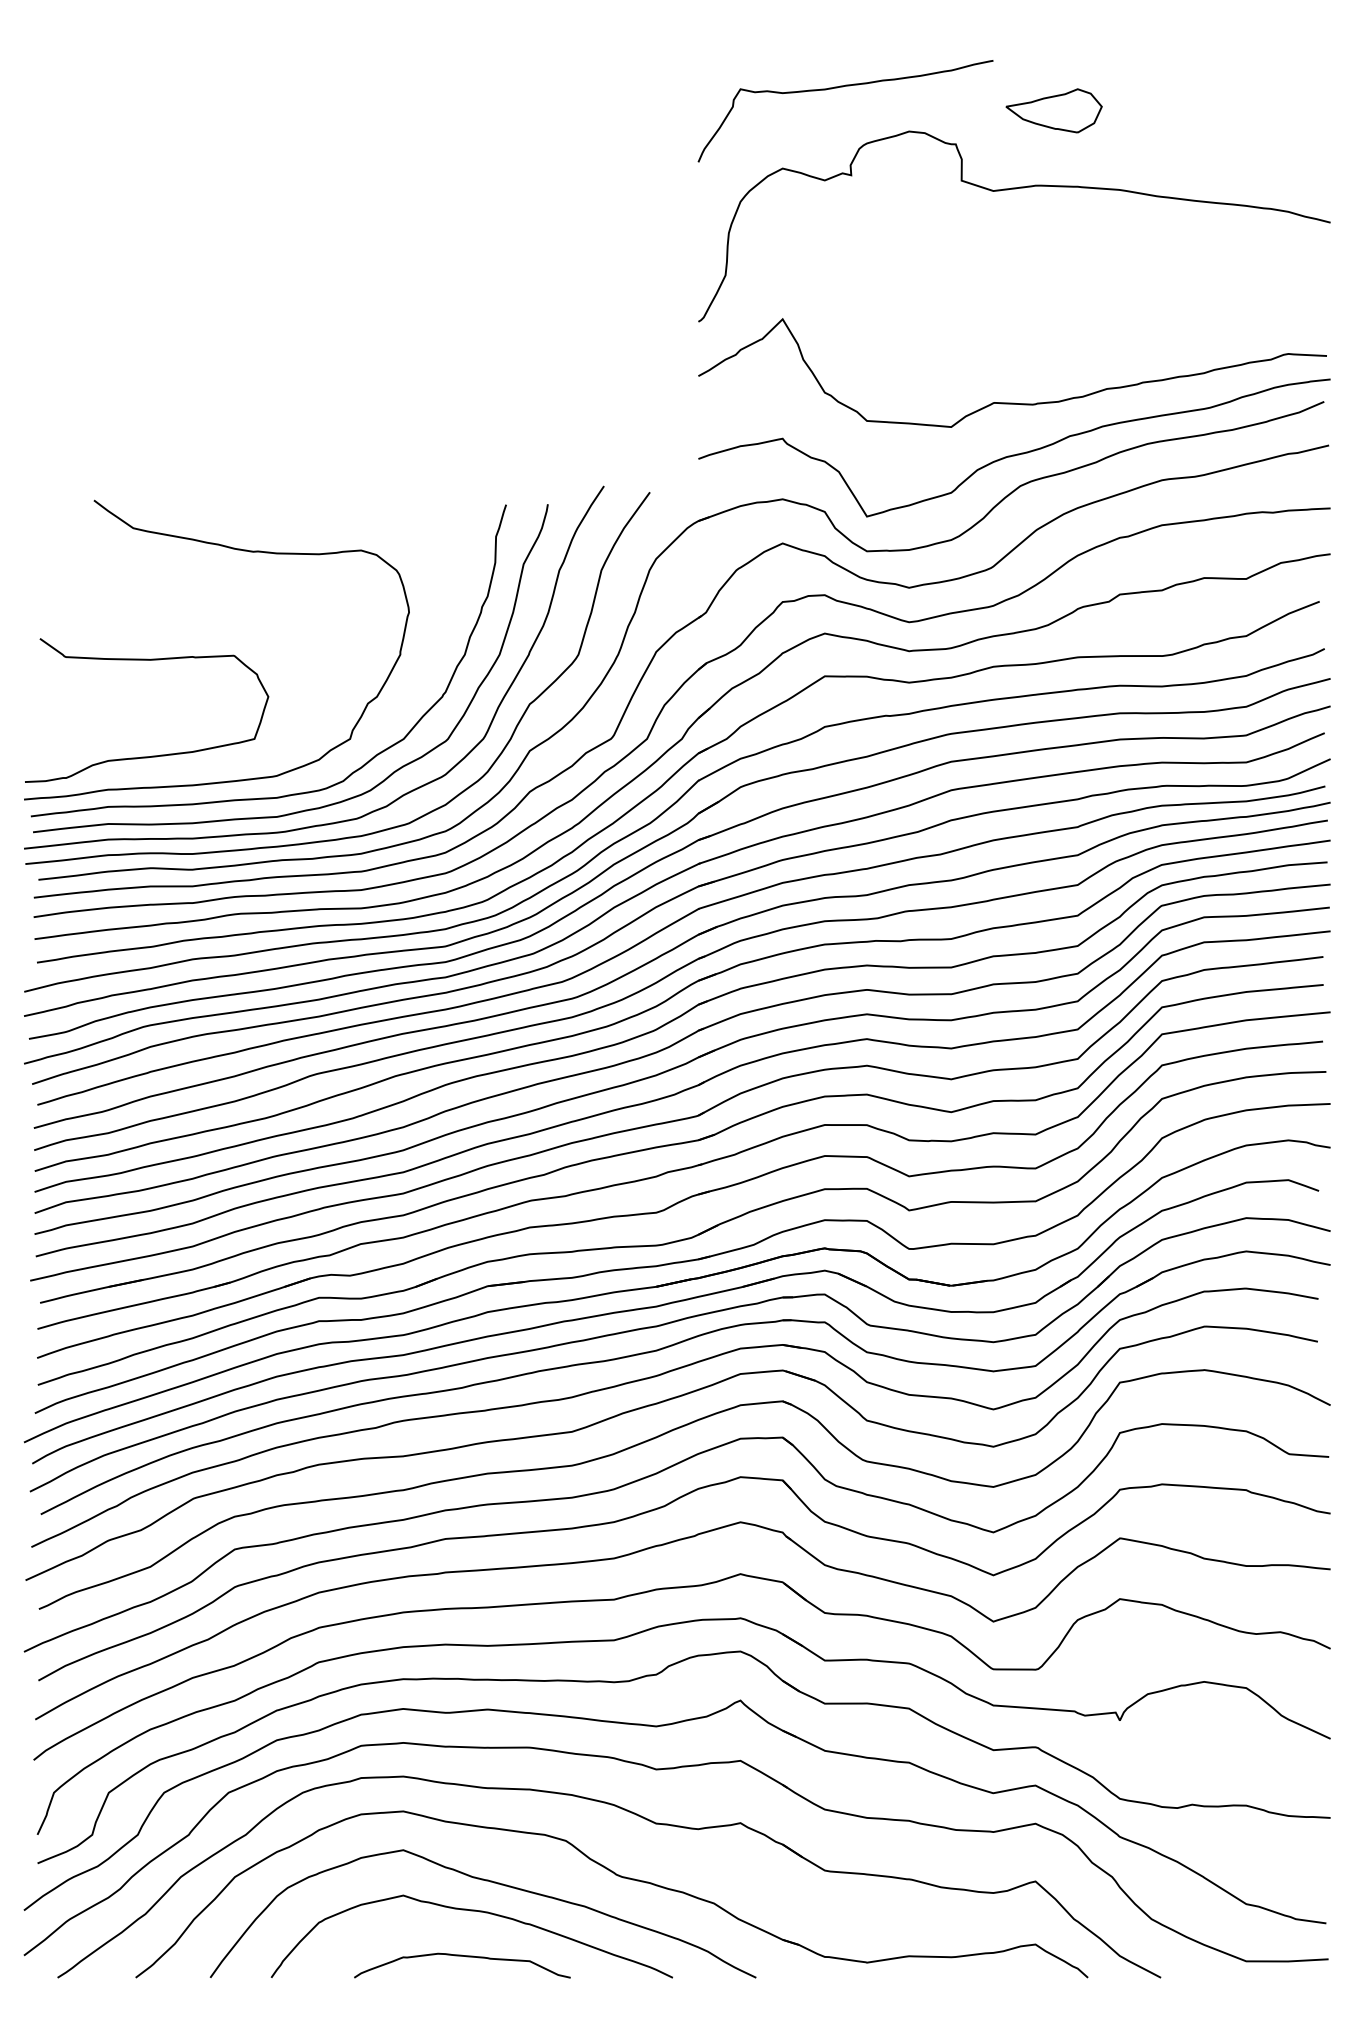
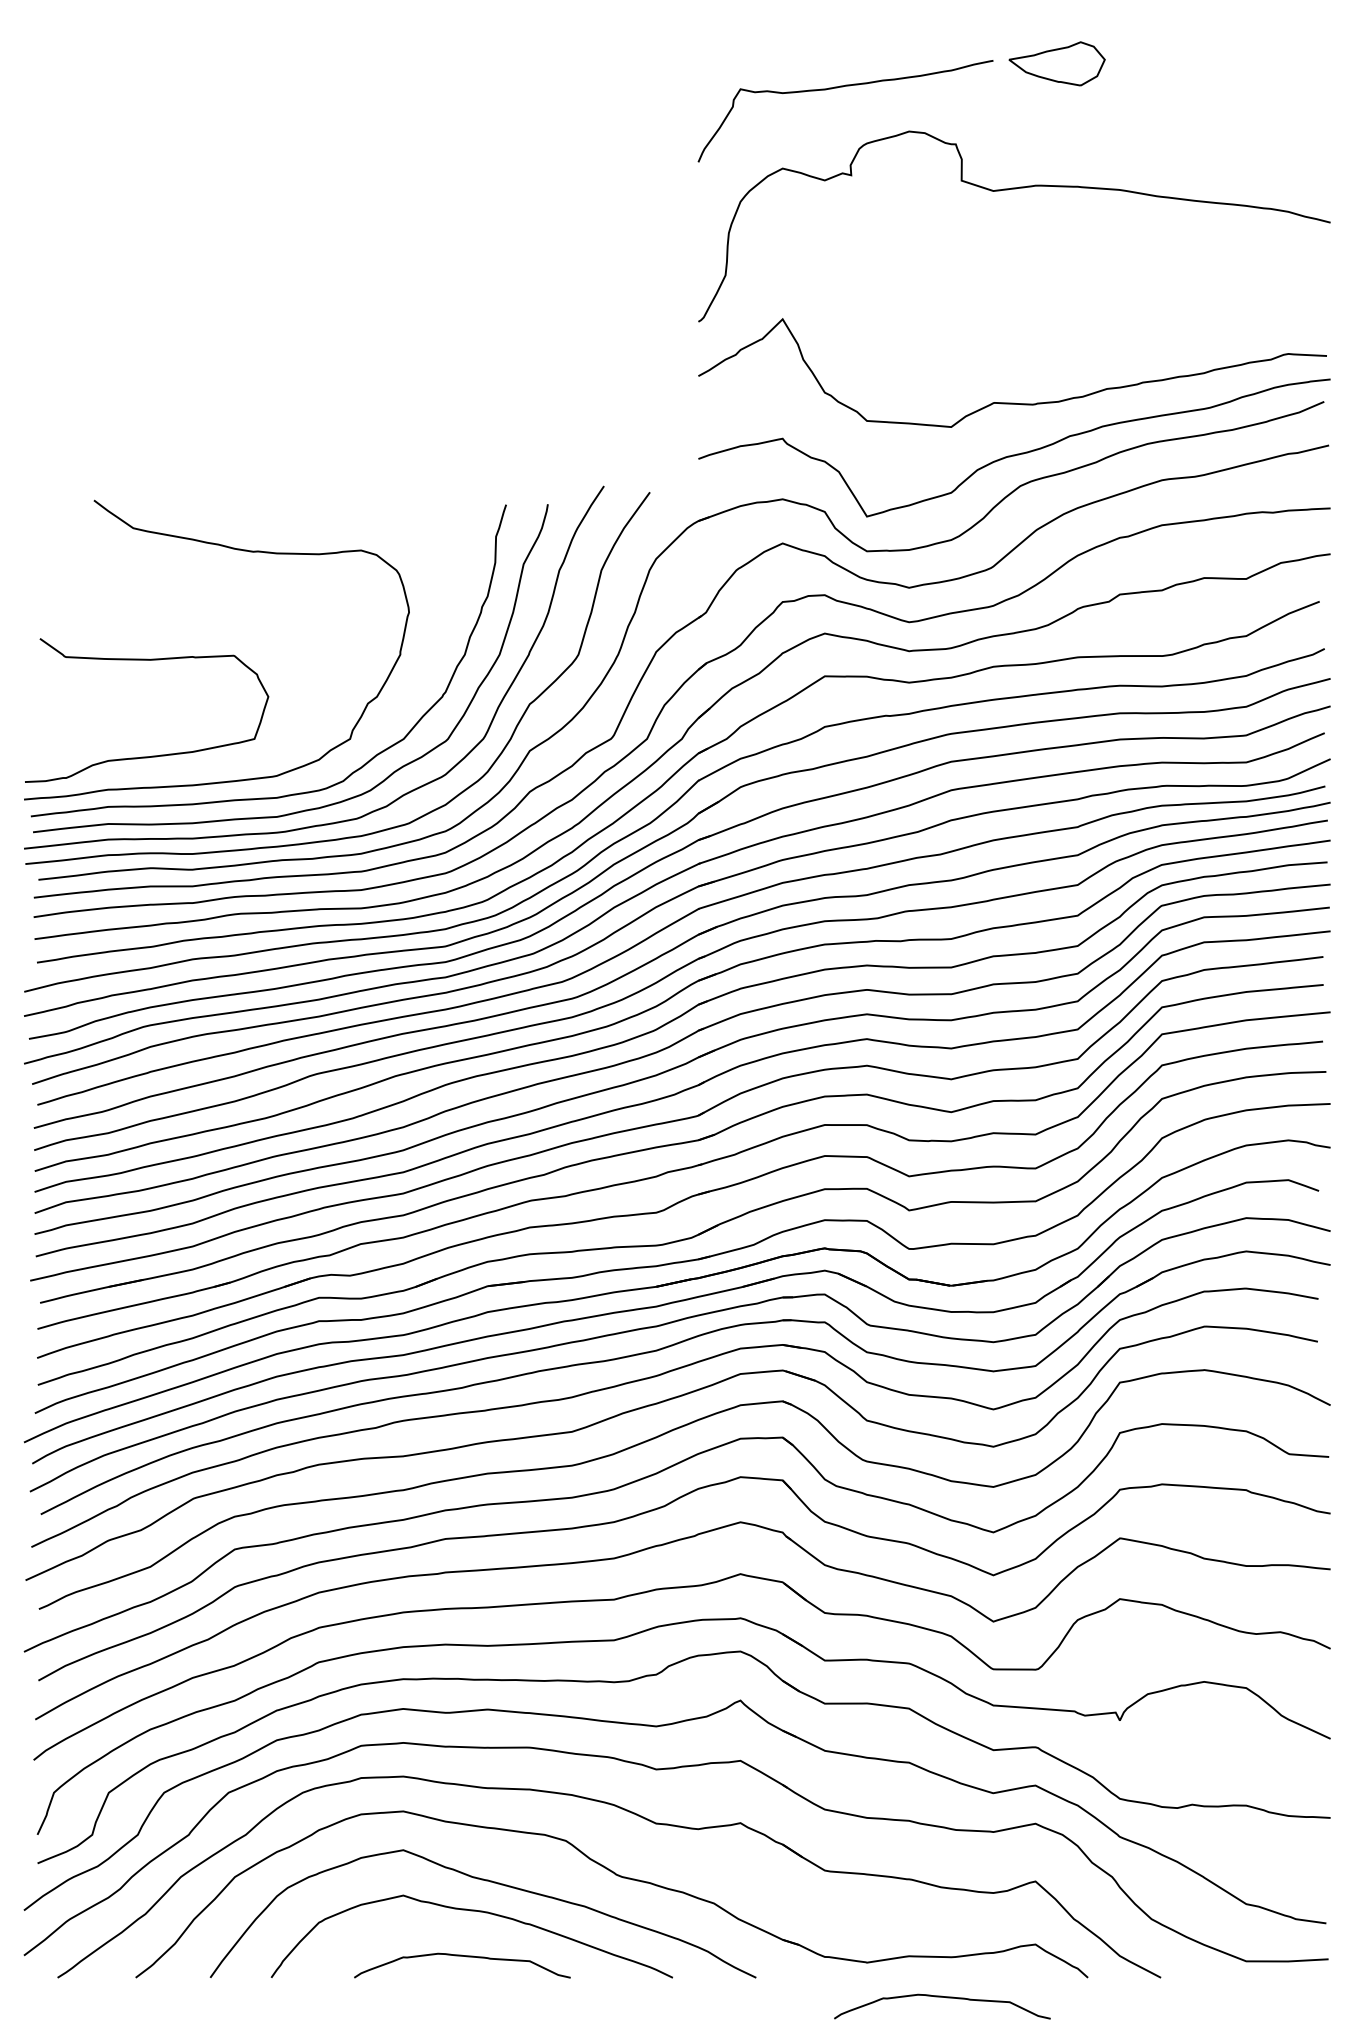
part at (1053, 110) position: (1053, 110) -> (1056, 63)
curve at (946, 1998): none -> present
